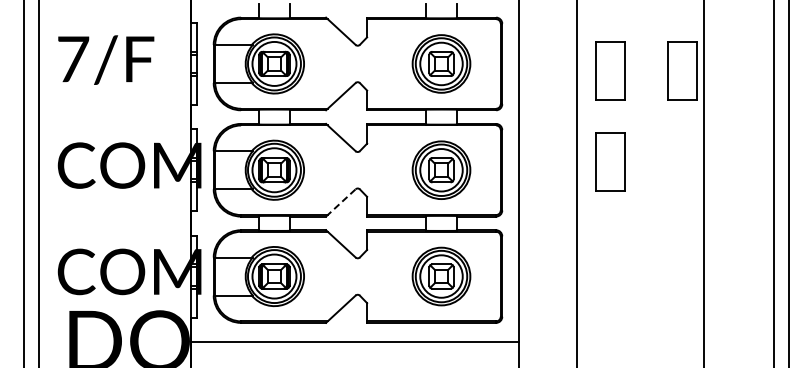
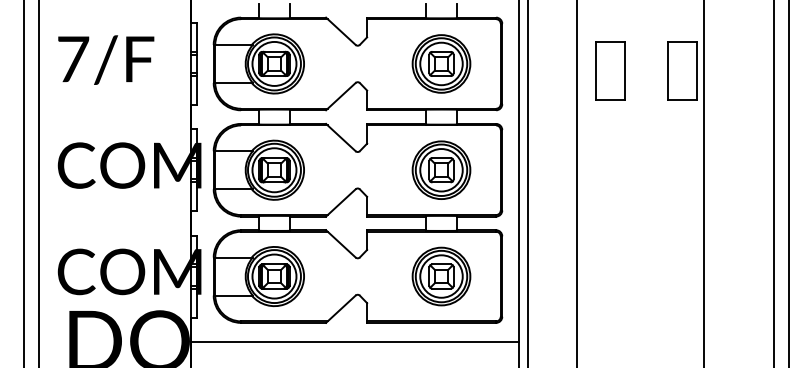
part at (610, 161): present -> none
line at (528, 183): none -> present
line at (341, 202): dashed -> solid
